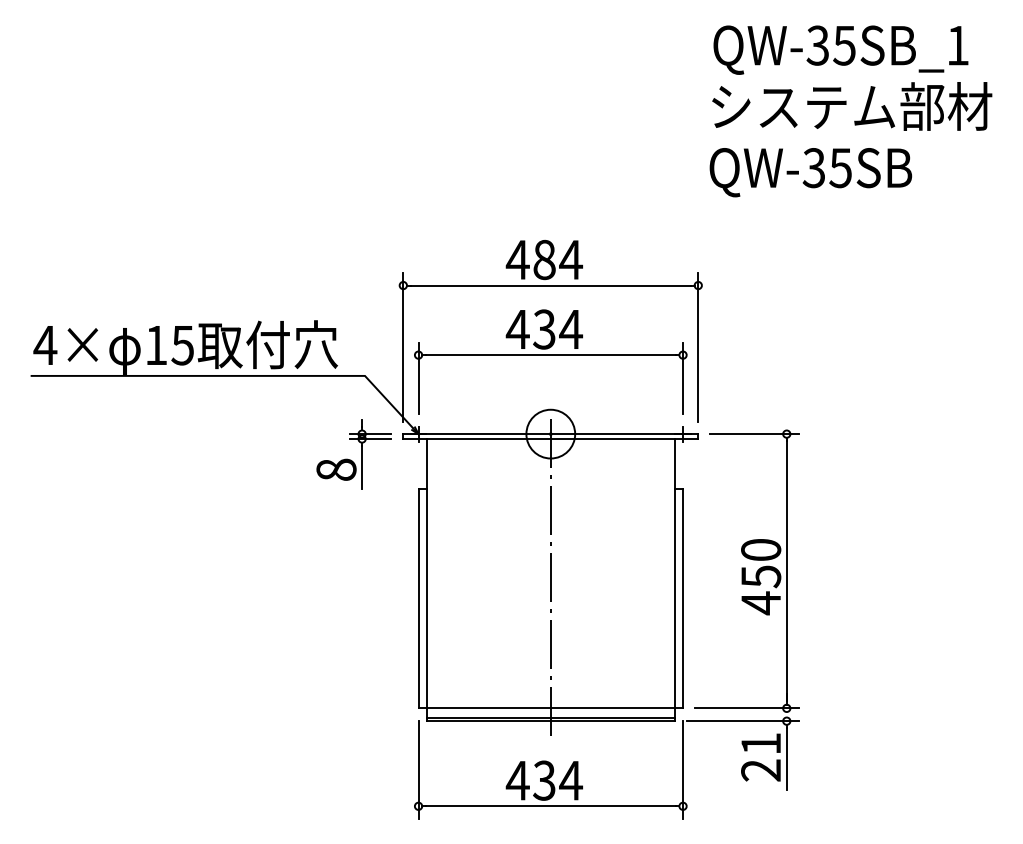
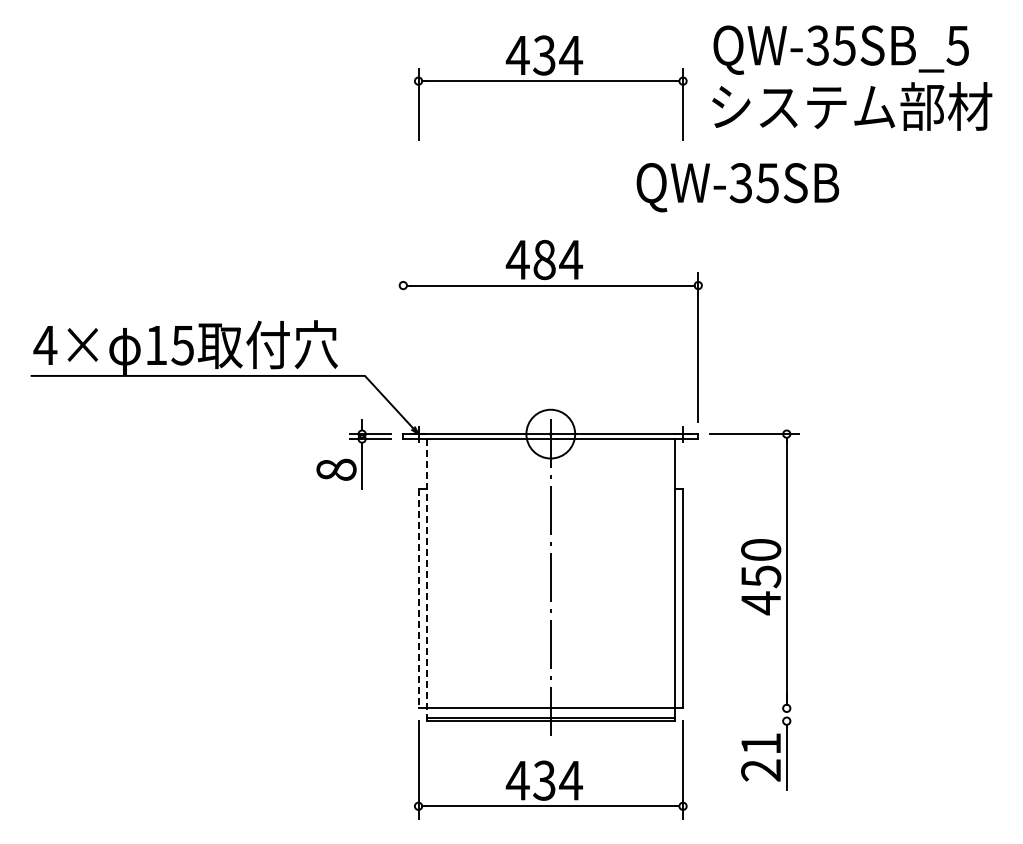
text at (957, 45): QW-35SB_1 -> QW-35SB_5
text at (810, 172) position: (810, 172) -> (737, 187)
line at (403, 347): present -> none
part at (550, 361) position: (550, 361) -> (550, 87)
line at (427, 579): solid -> dashed
line at (418, 598): solid -> dashed
line at (746, 708): present -> none
line at (742, 721): present -> none
